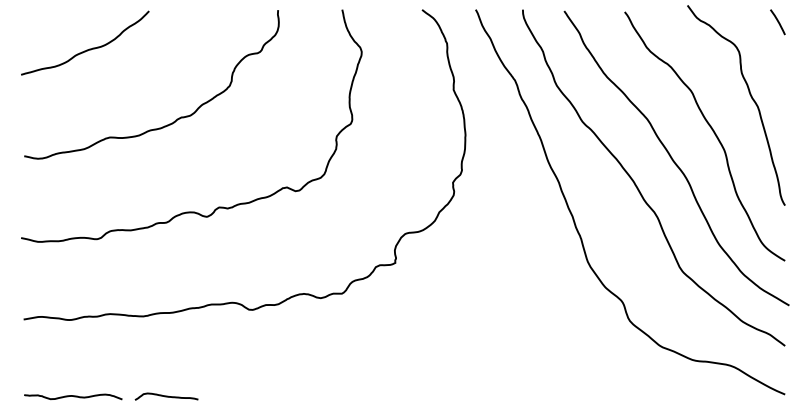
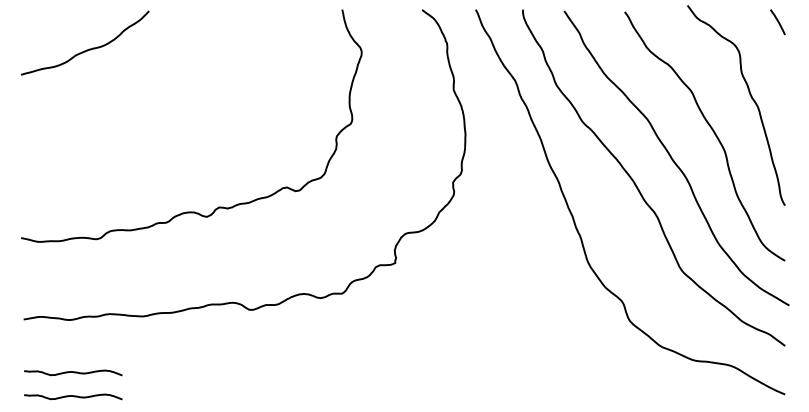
curve at (174, 120): present -> none
curve at (73, 372): none -> present
curve at (166, 396): present -> none
